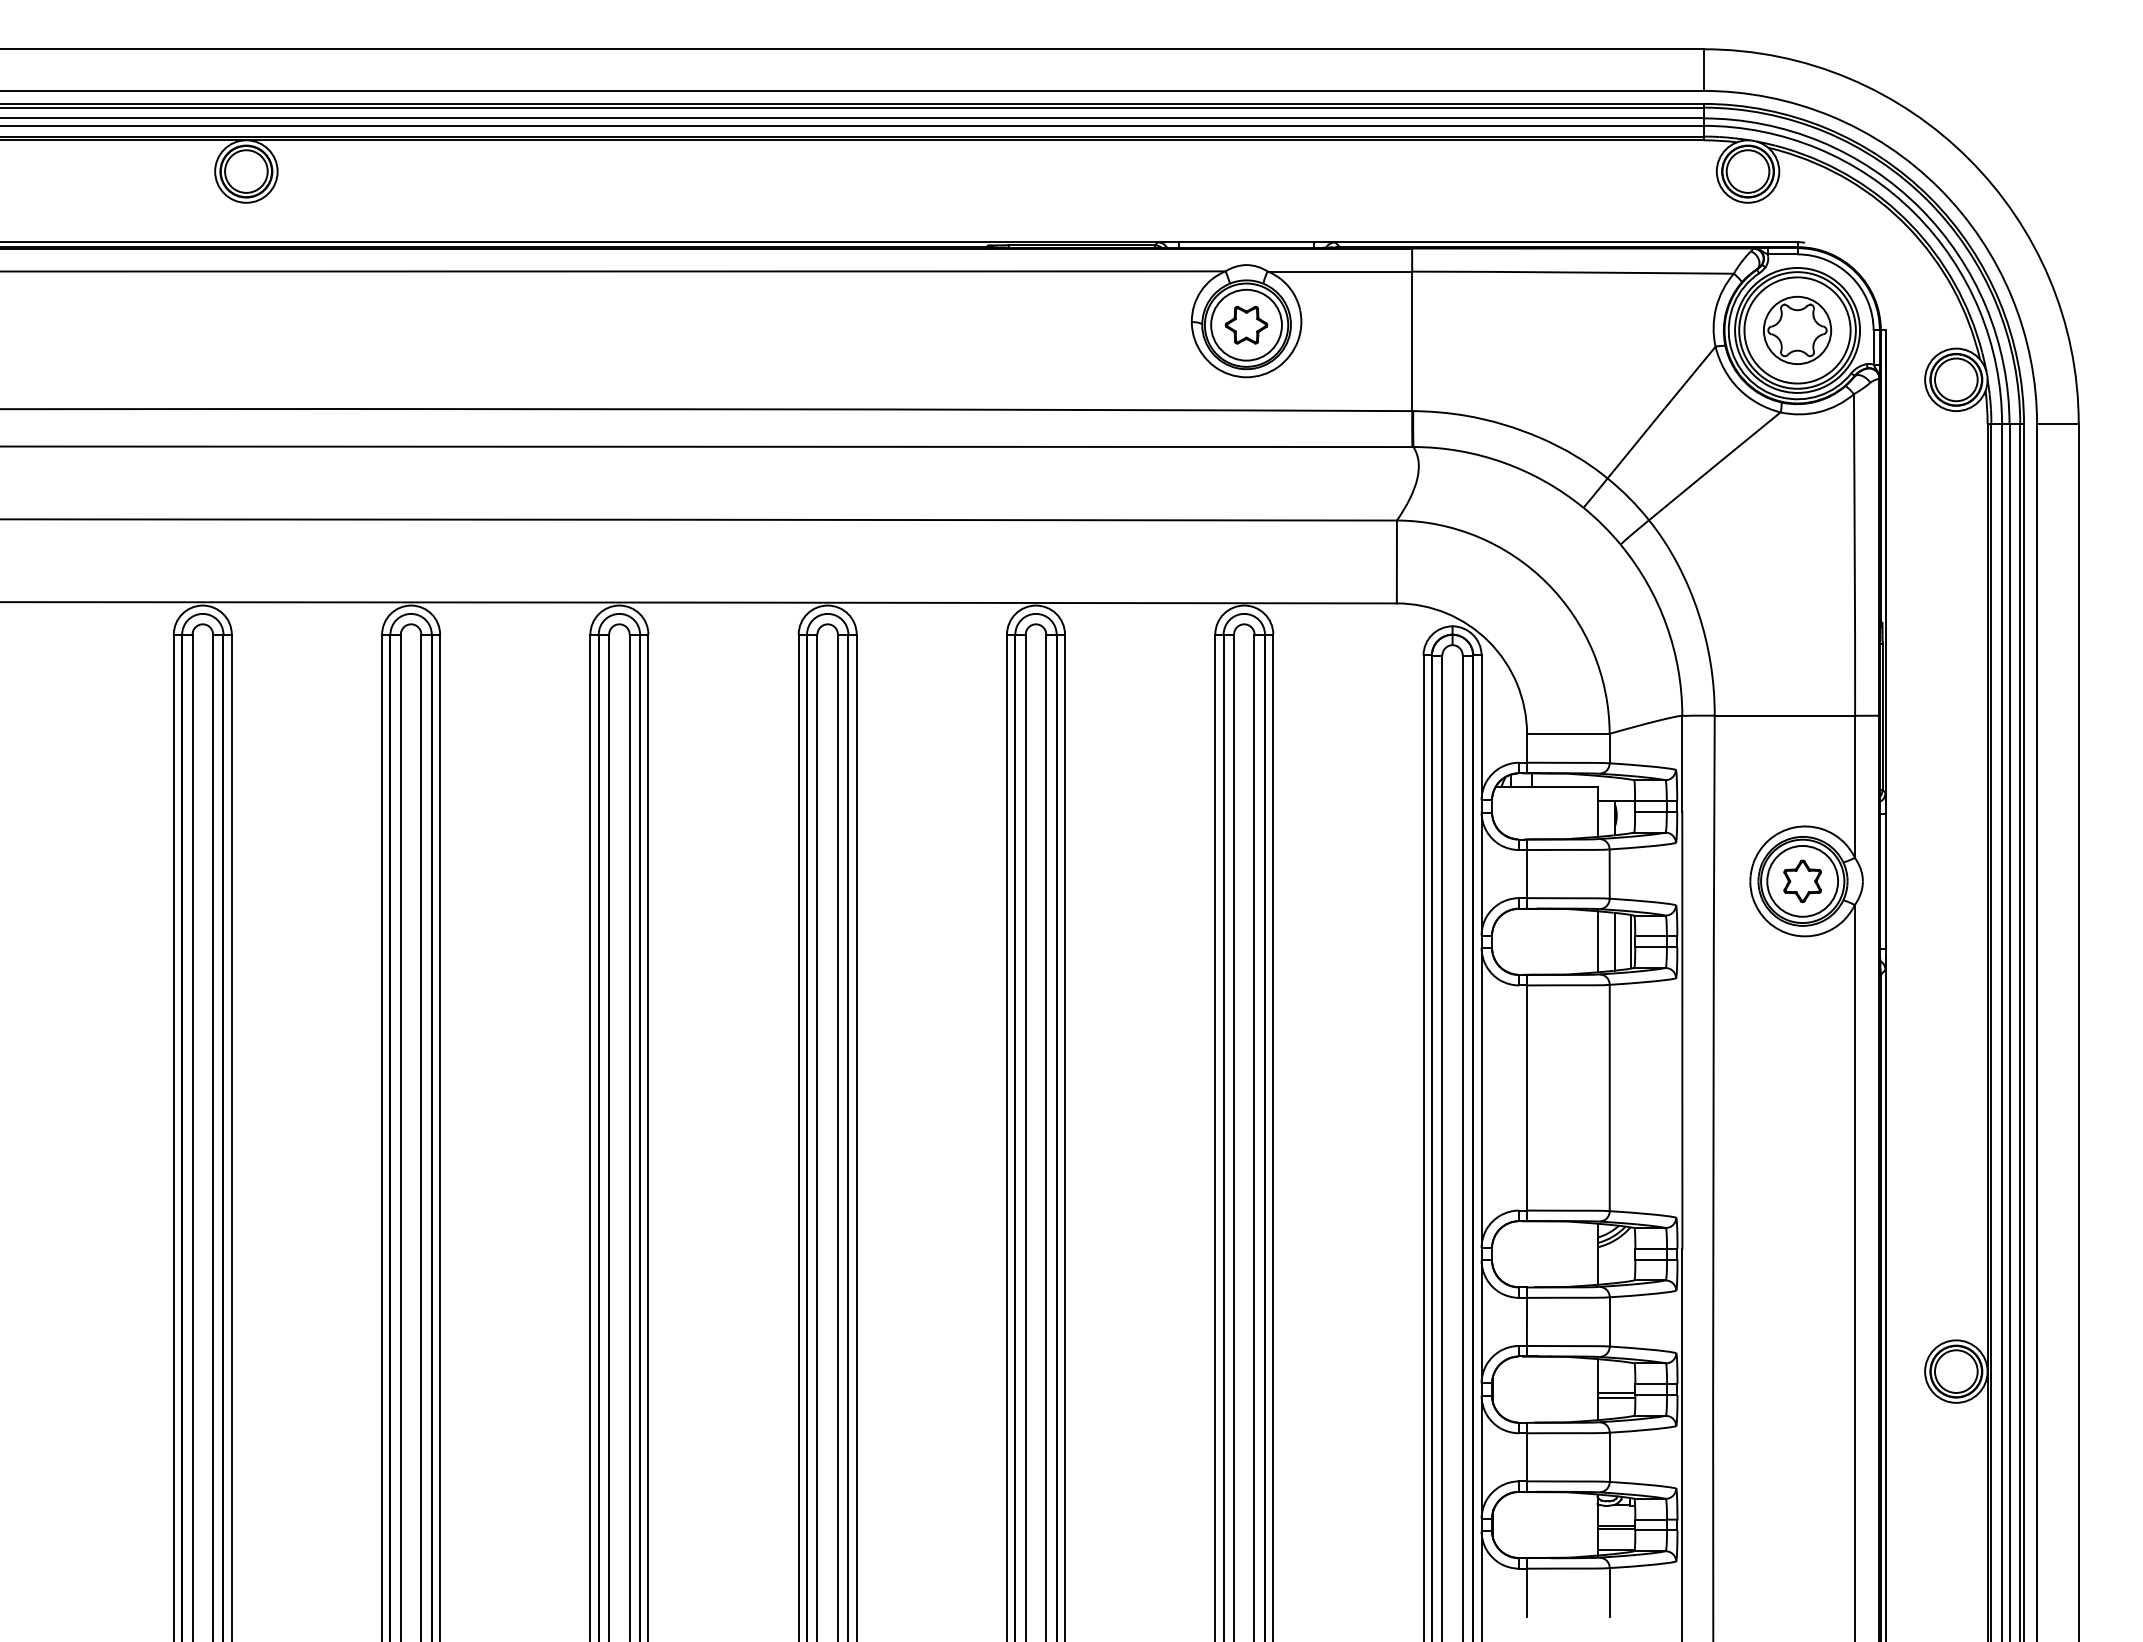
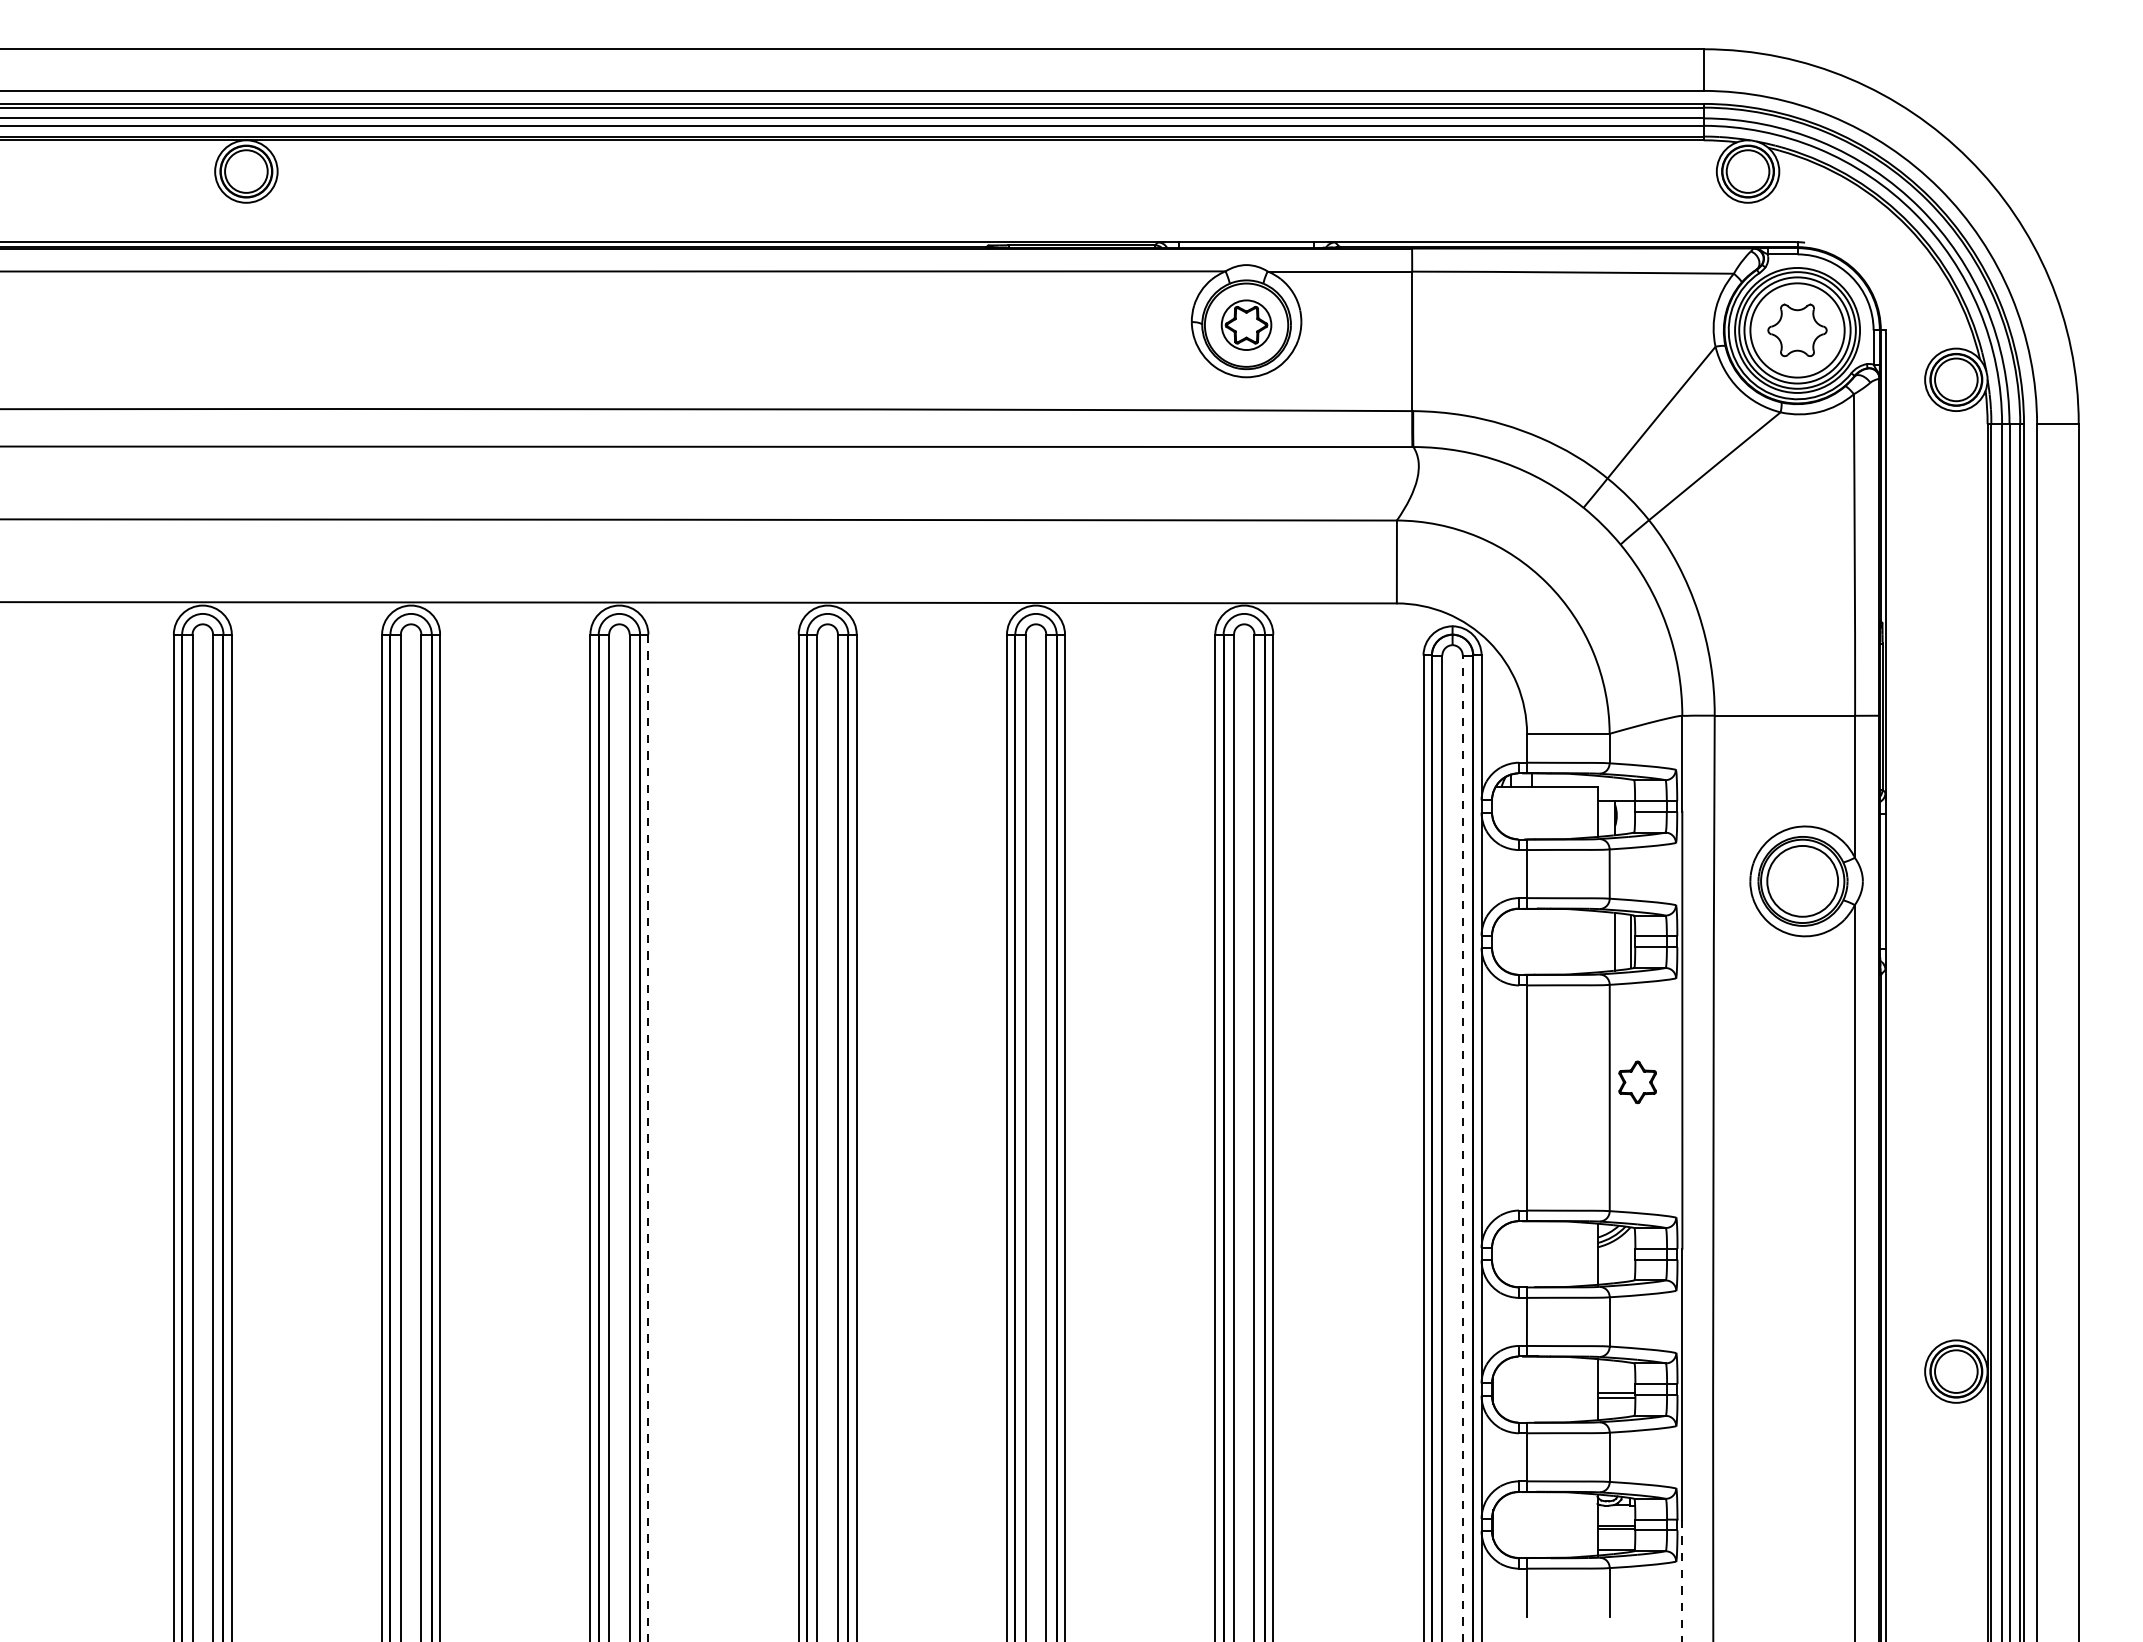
circle at (1246, 324) diameter: 71 px -> 50 px
circle at (1797, 330) diameter: 67 px -> 94 px
part at (1802, 881) position: (1802, 881) -> (1637, 1082)
line at (1597, 941): present -> none
line at (648, 1137): solid -> dashed
line at (1462, 1148): solid -> dashed
line at (1682, 1580): solid -> dashed
